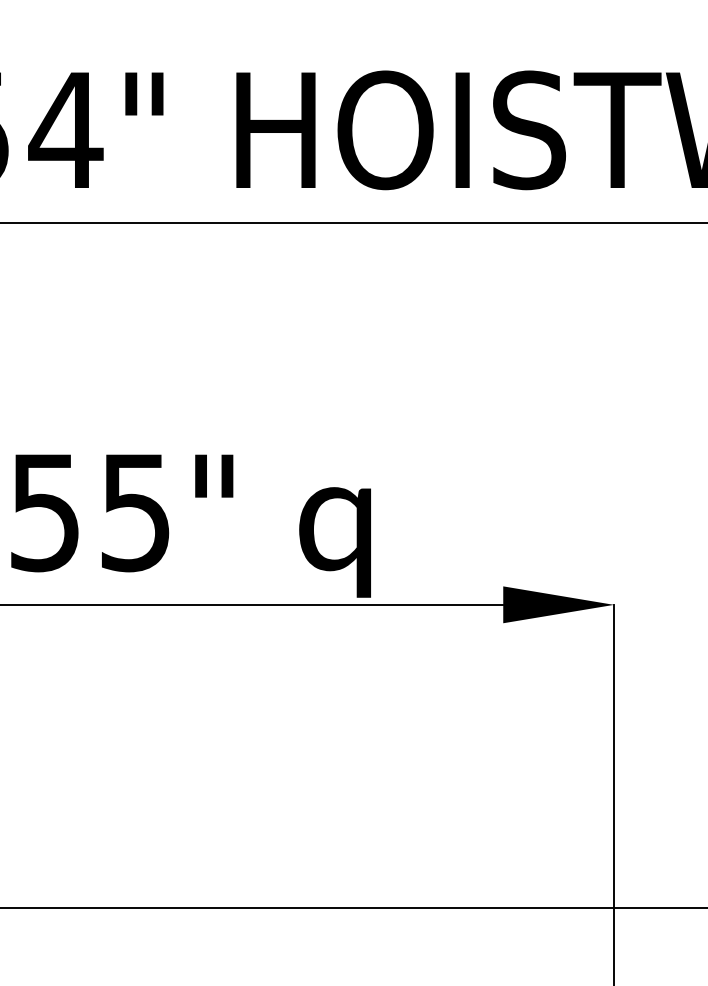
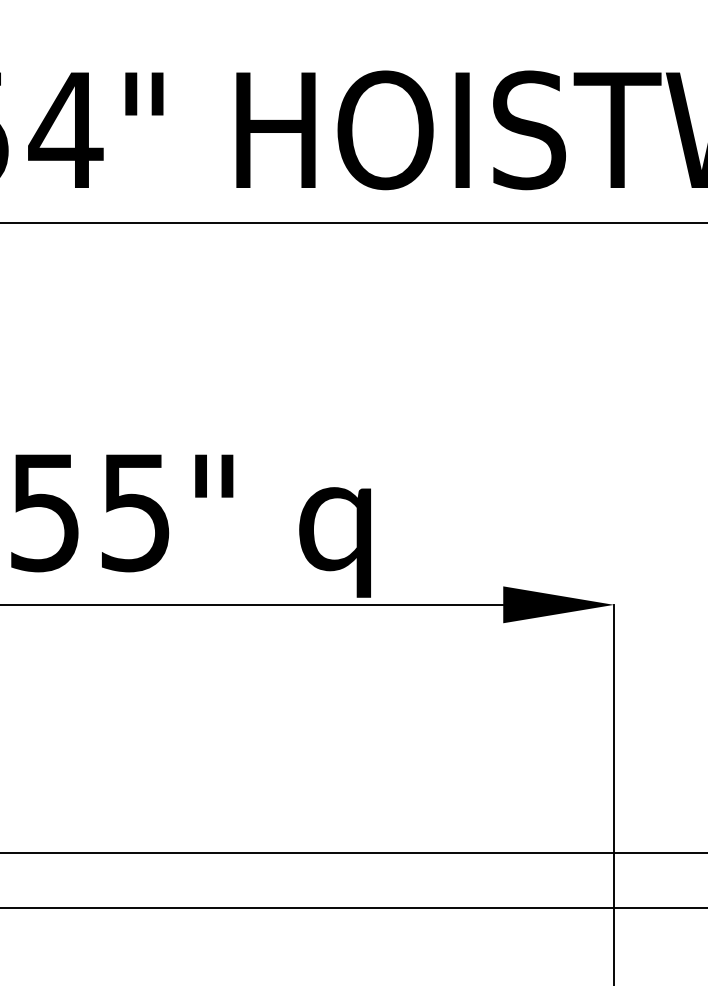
line at (353, 852): none -> present
